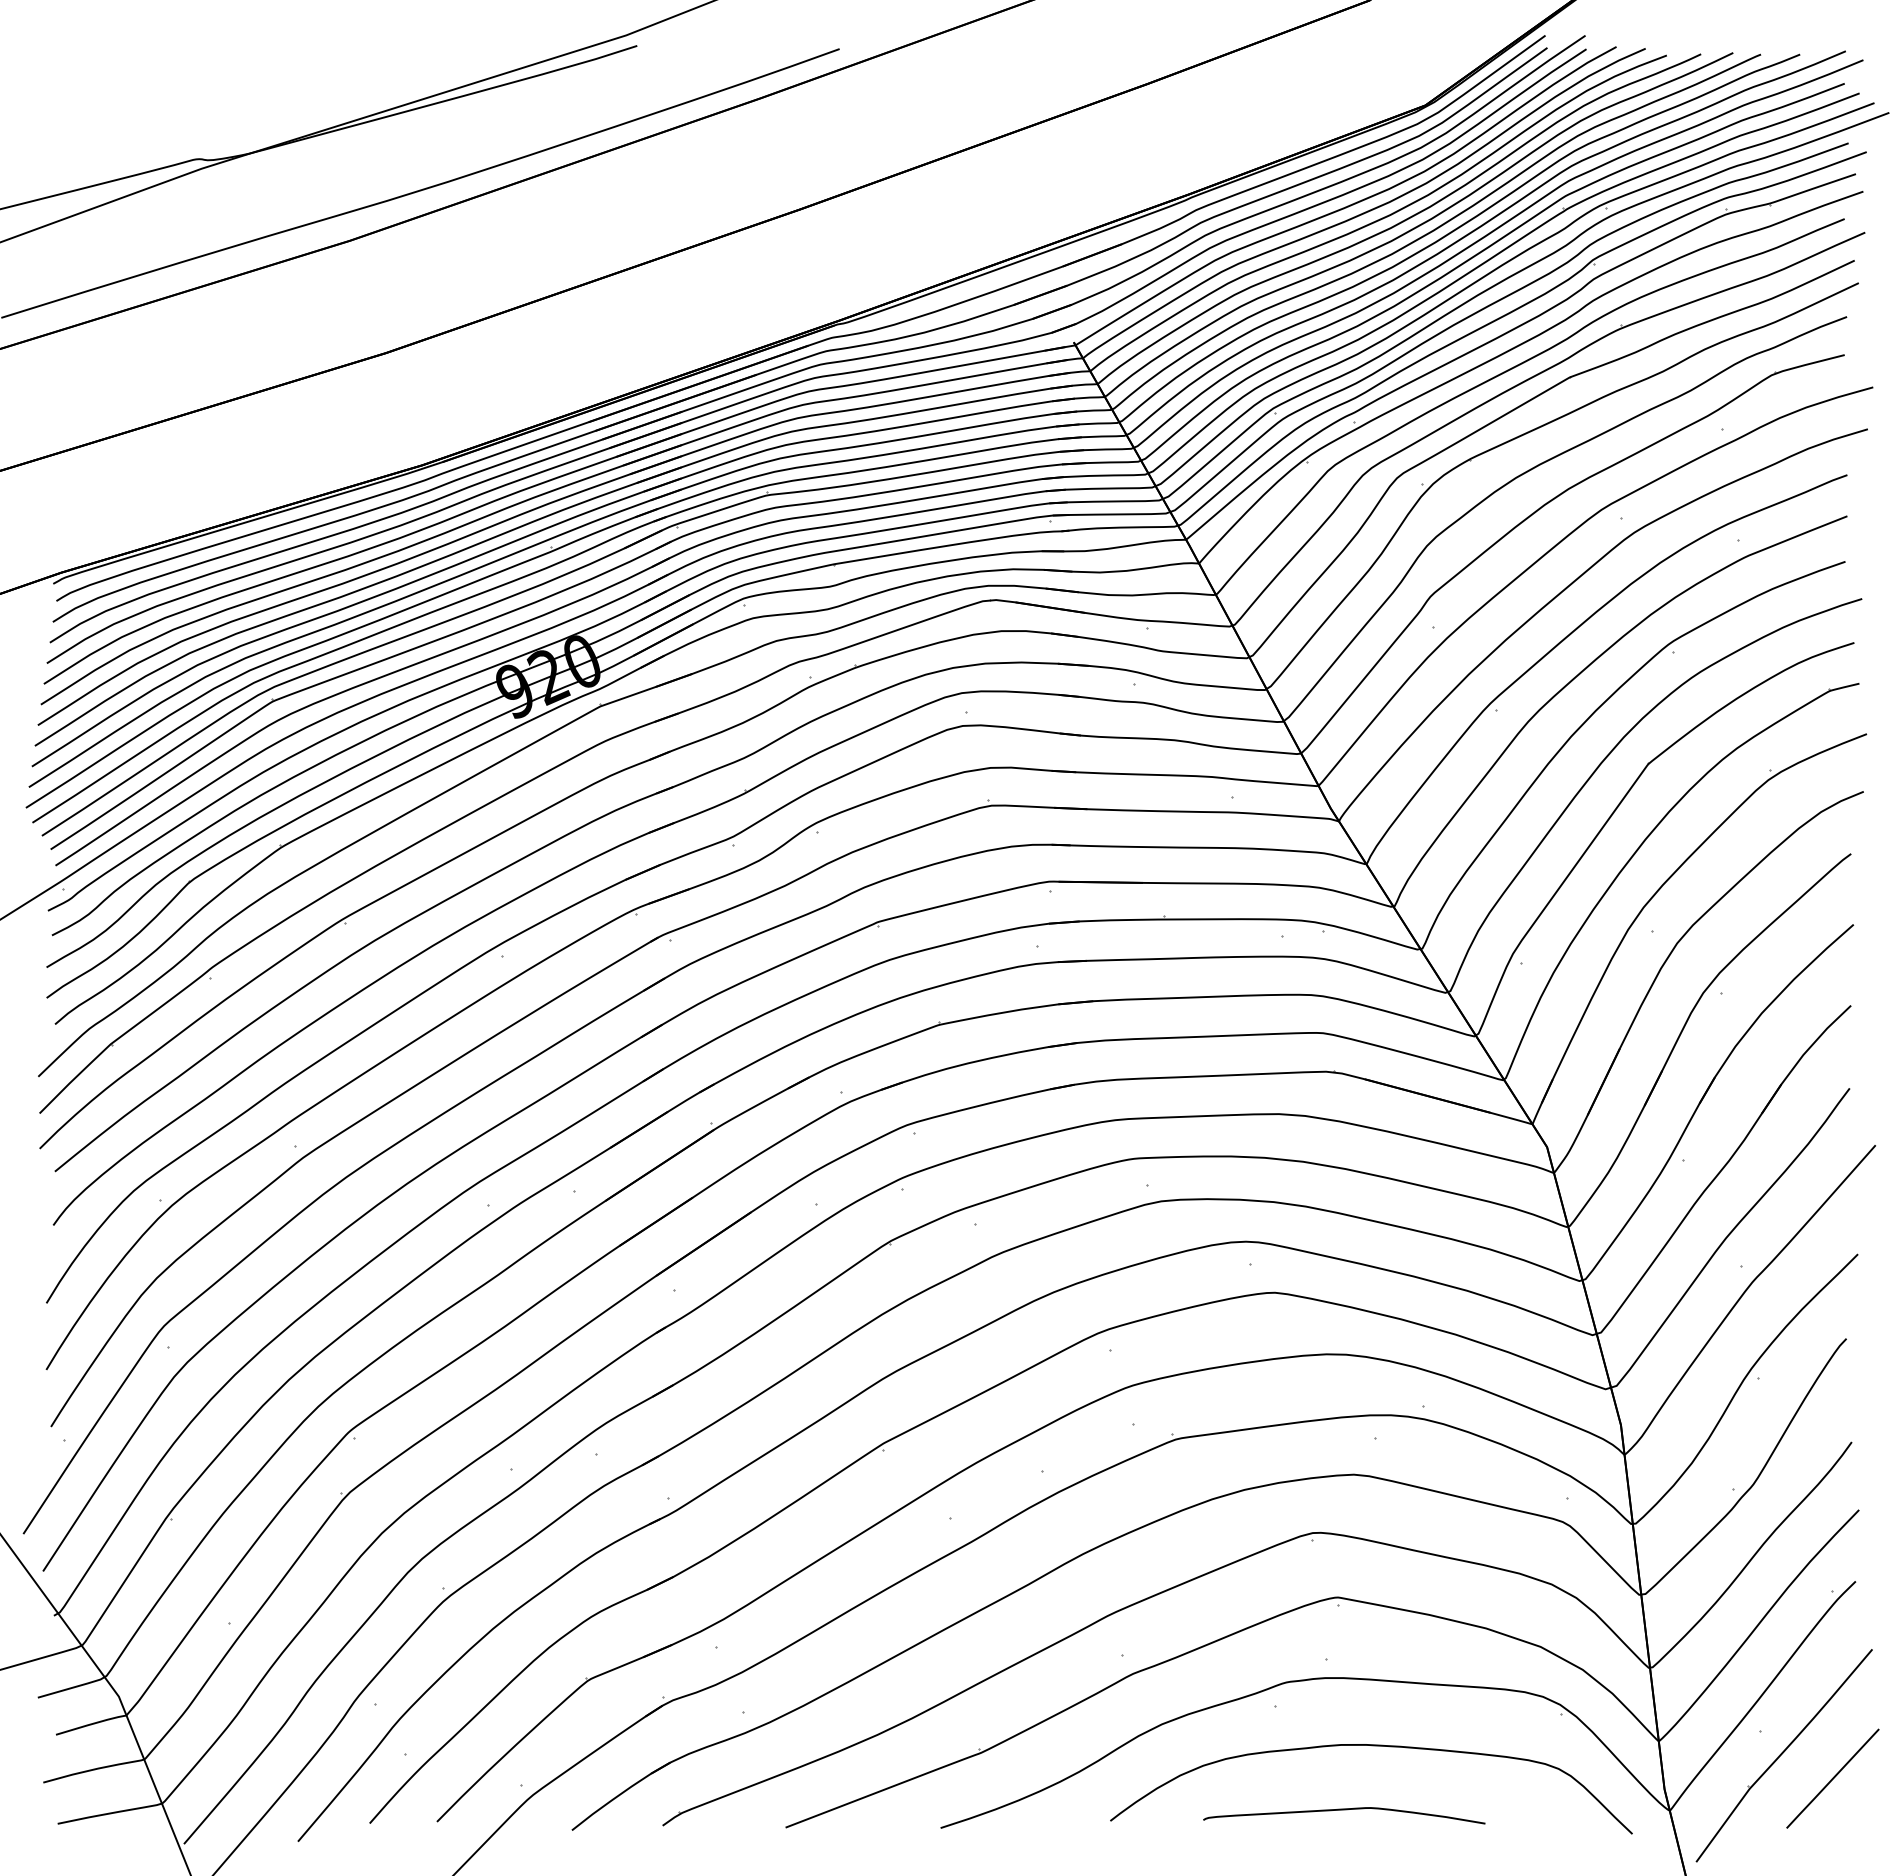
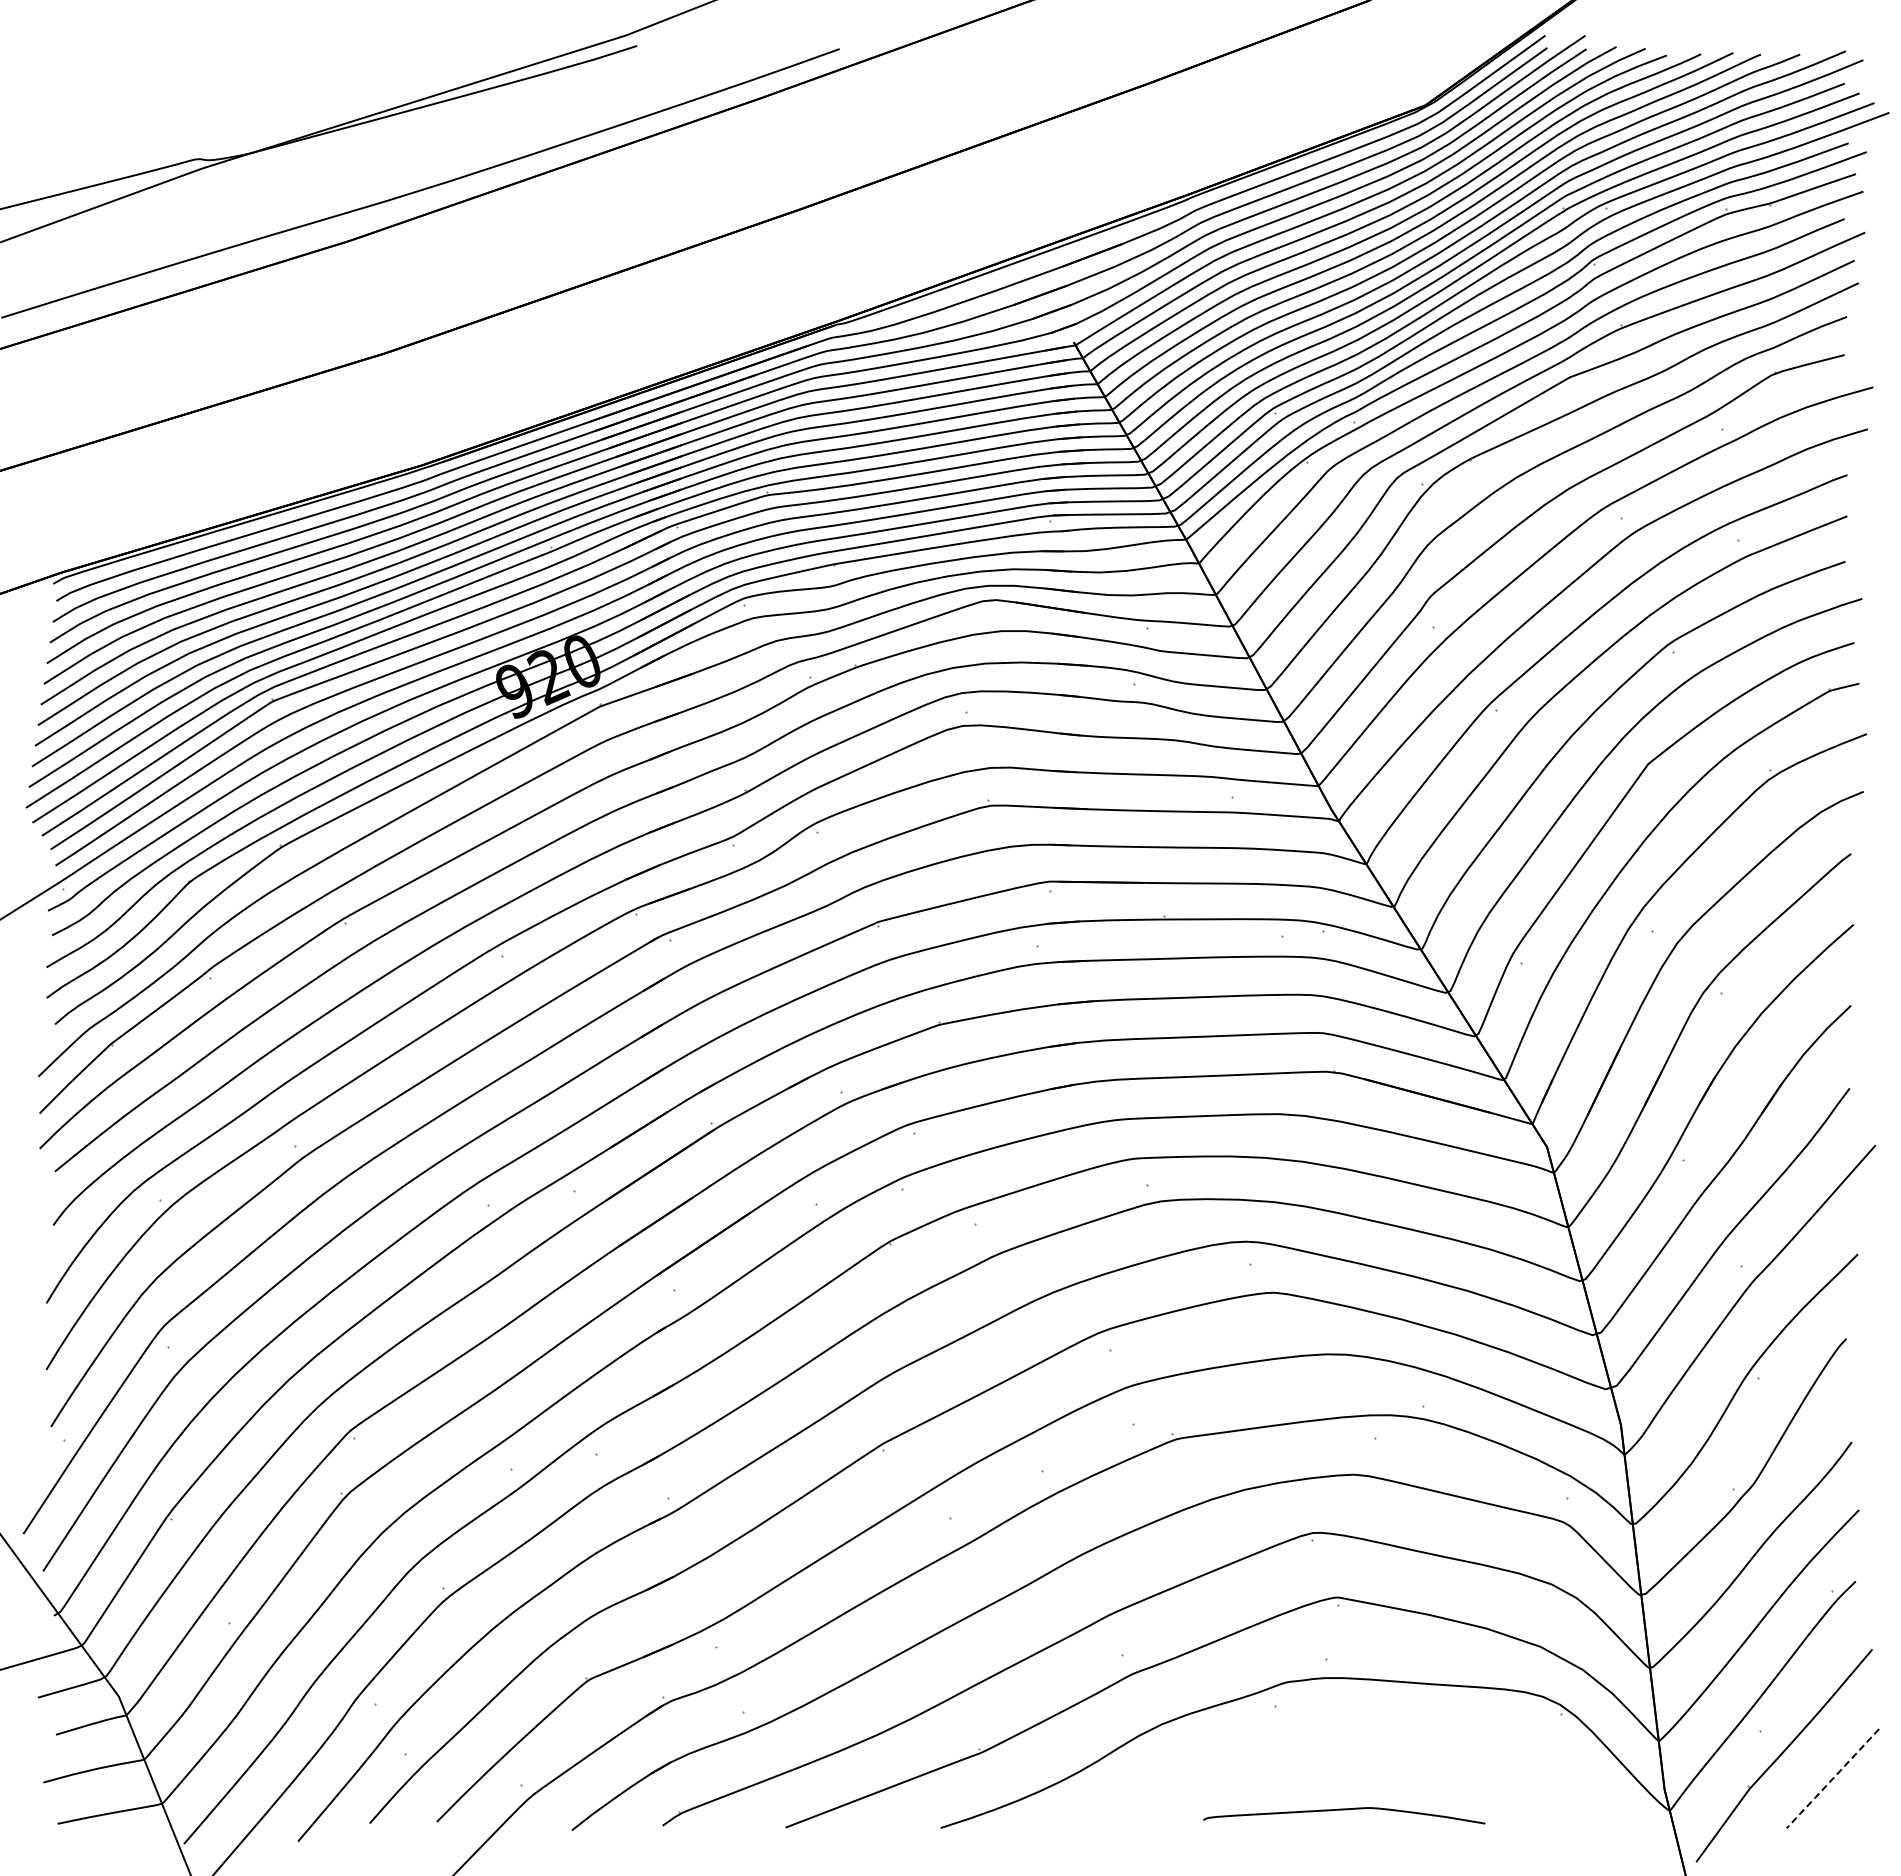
curve at (1371, 1746): present -> none
line at (1832, 1779): solid -> dashed
